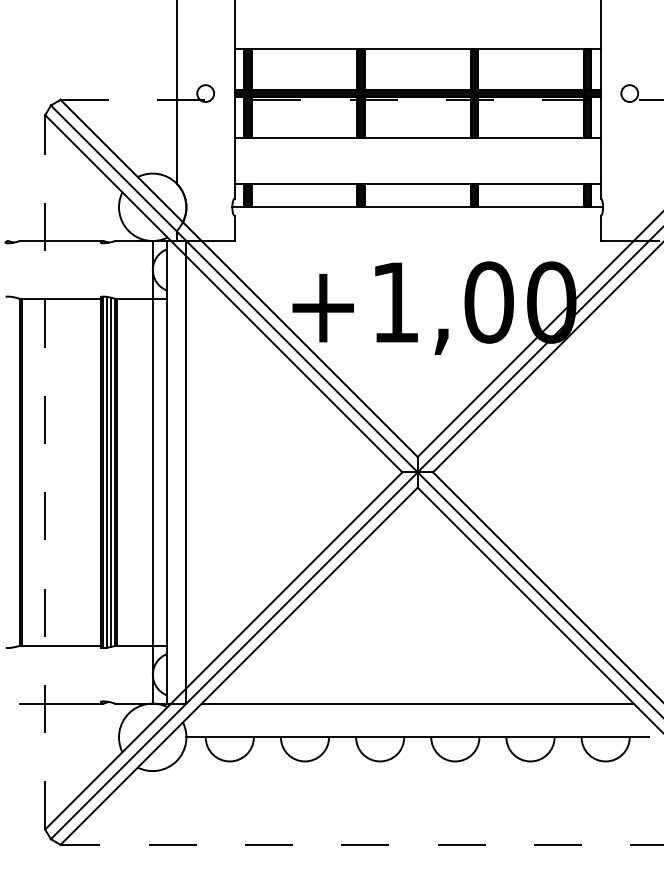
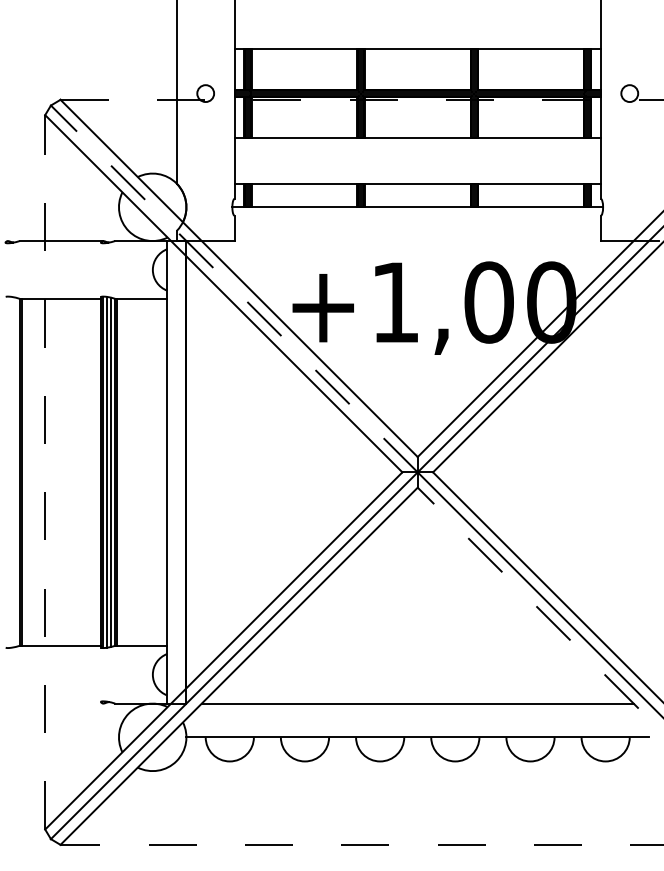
line at (233, 288): solid -> dashed
line at (152, 472): present -> none
line at (540, 610): solid -> dashed
line at (61, 703): present -> none
